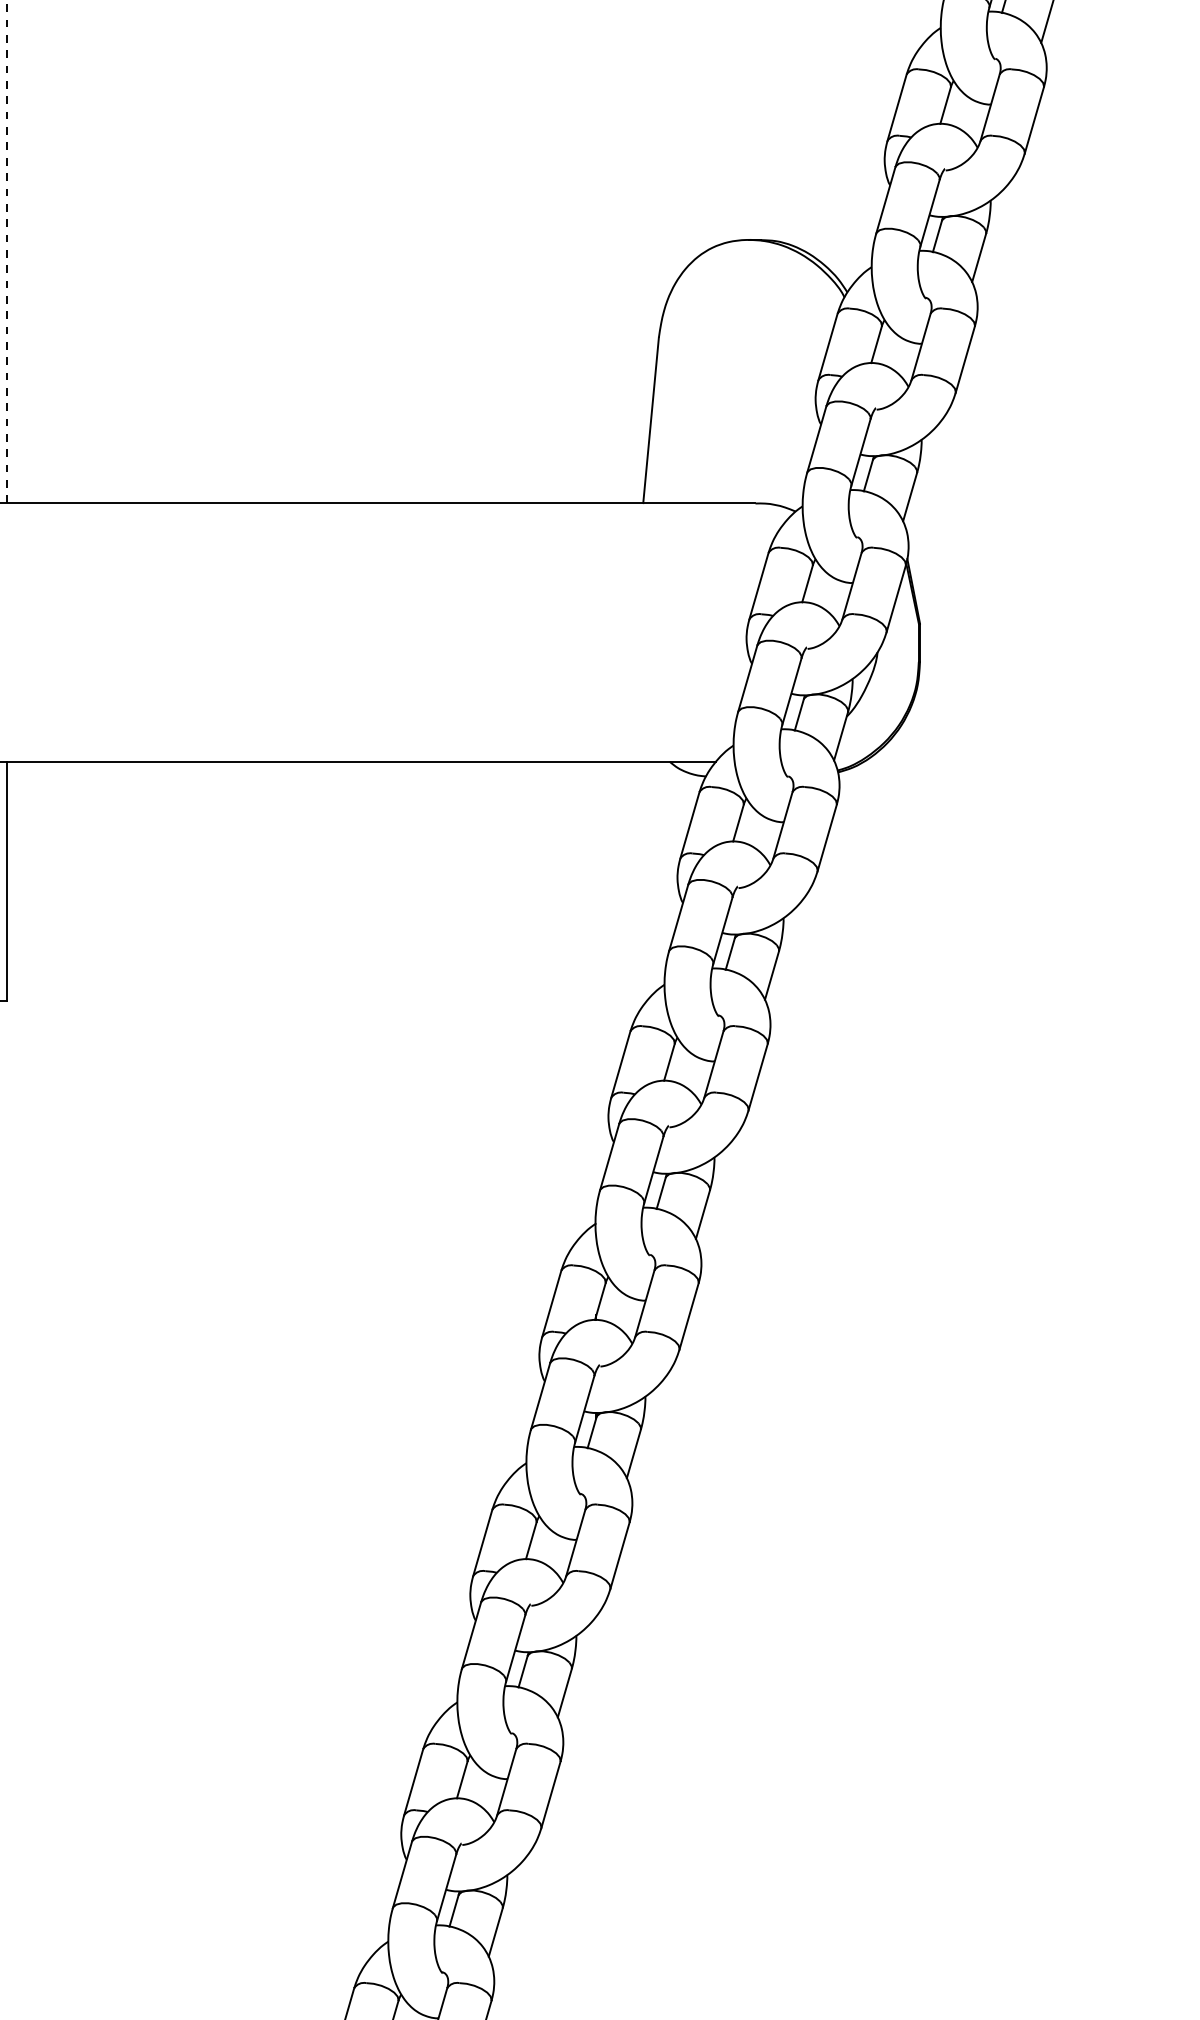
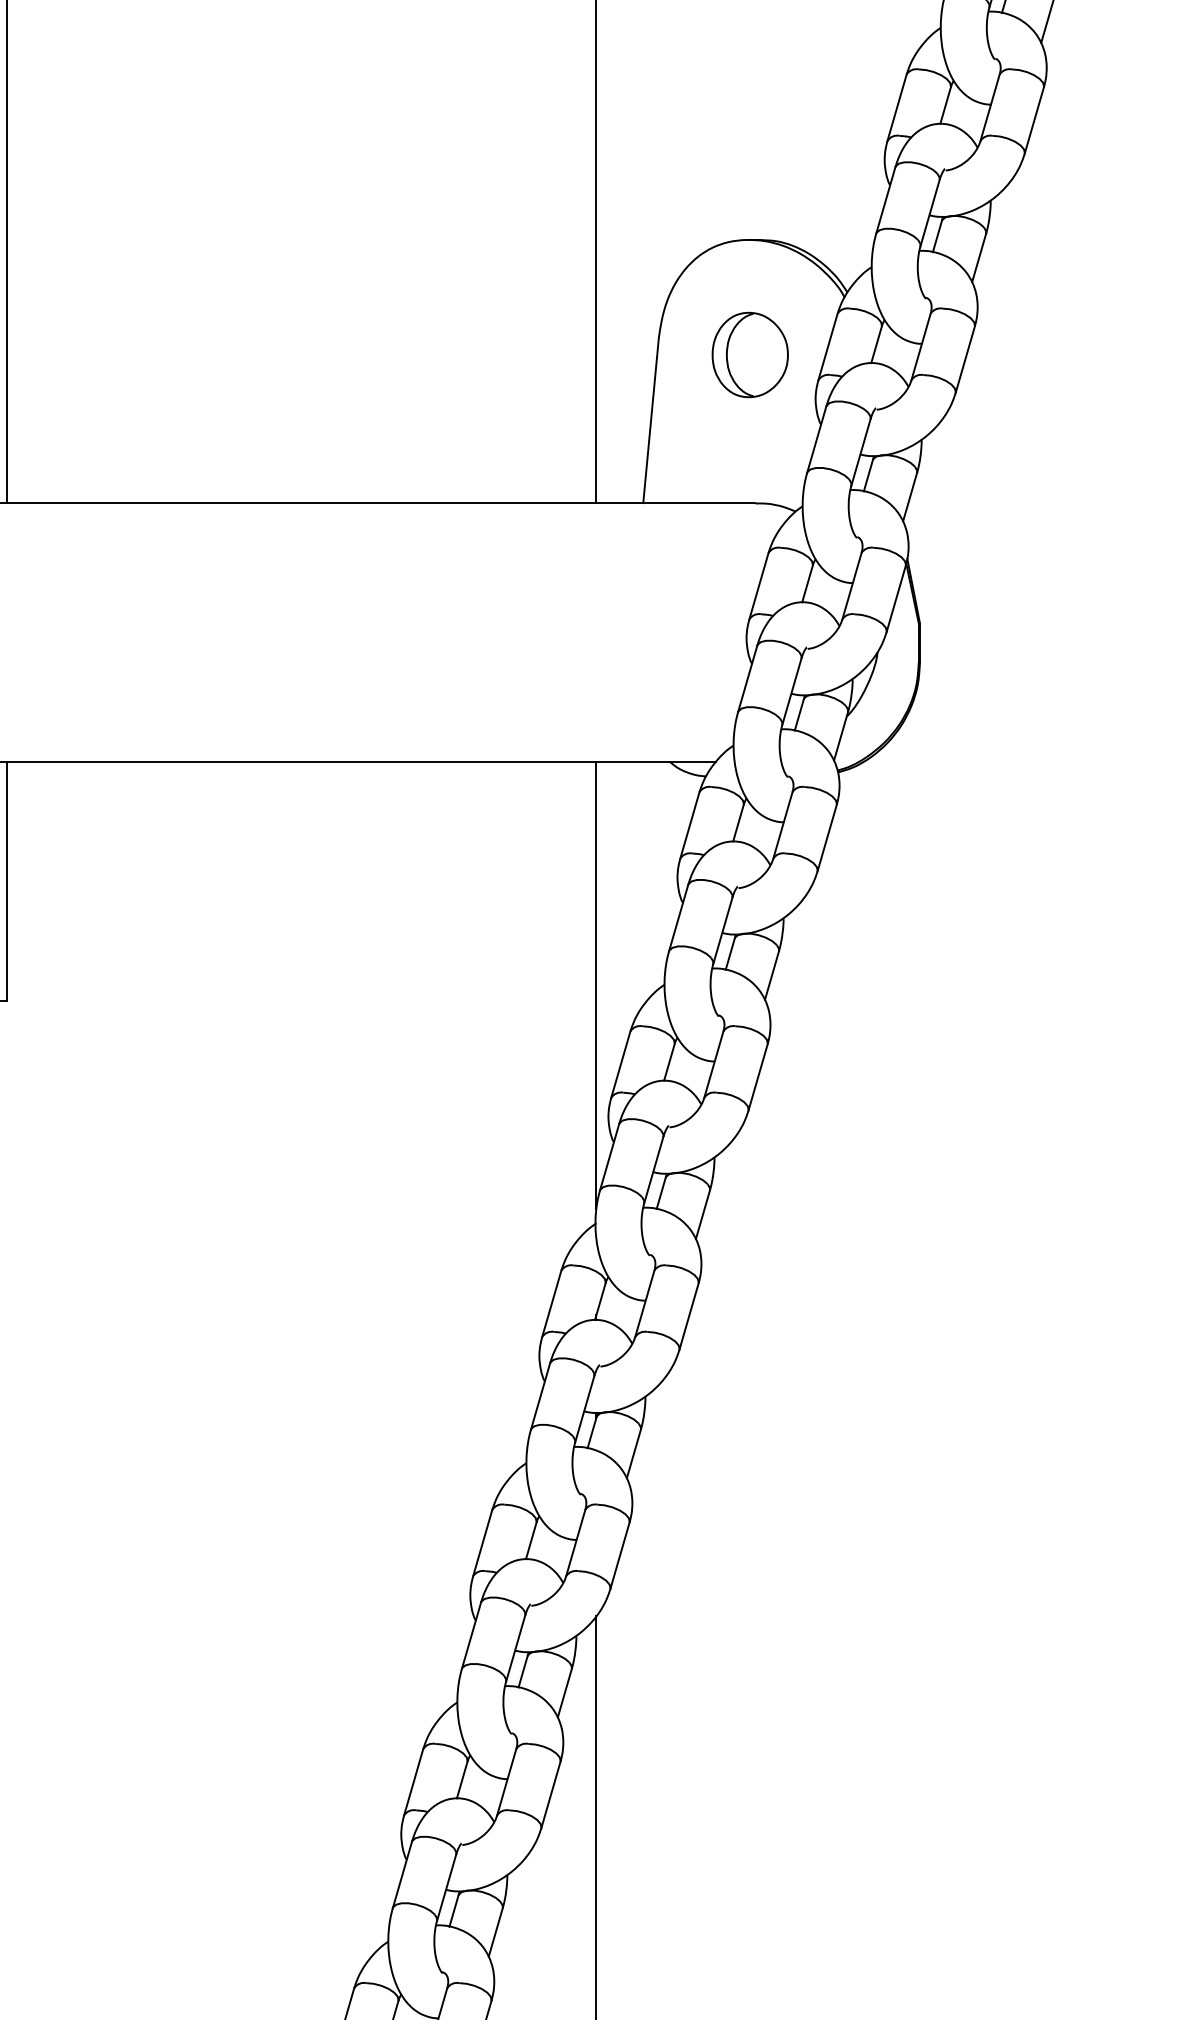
line at (6, 251): dashed -> solid
line at (596, 252): none -> present
part at (749, 354): none -> present
line at (596, 985): none -> present
line at (596, 1816): none -> present
